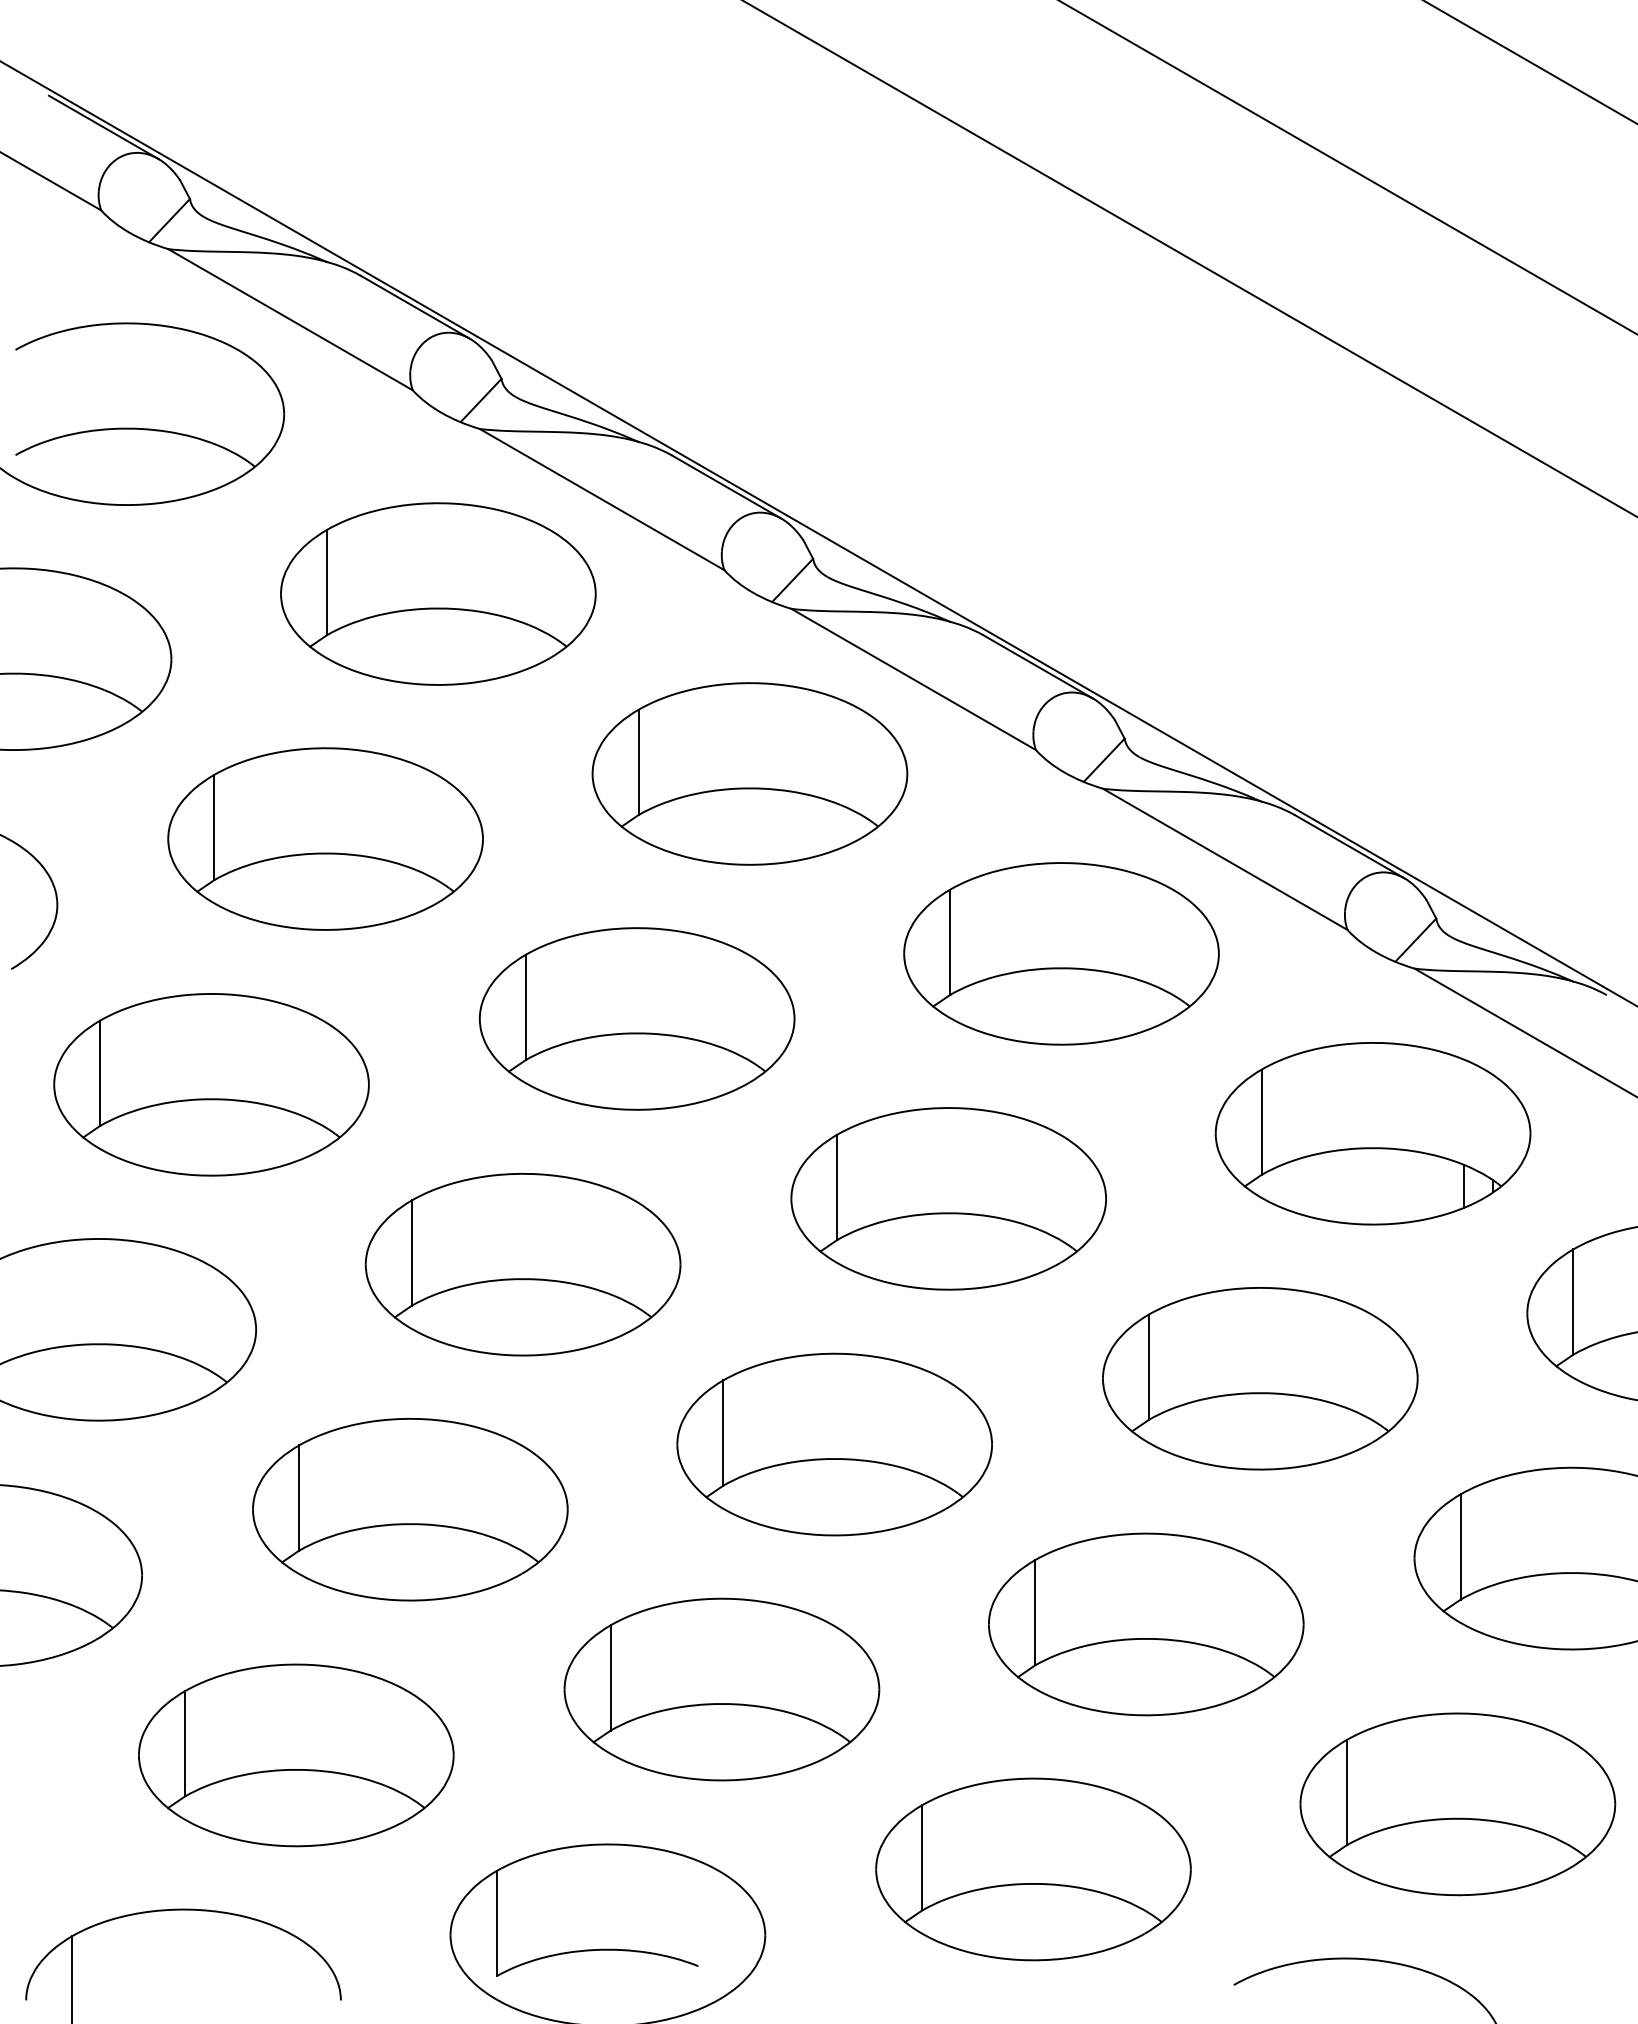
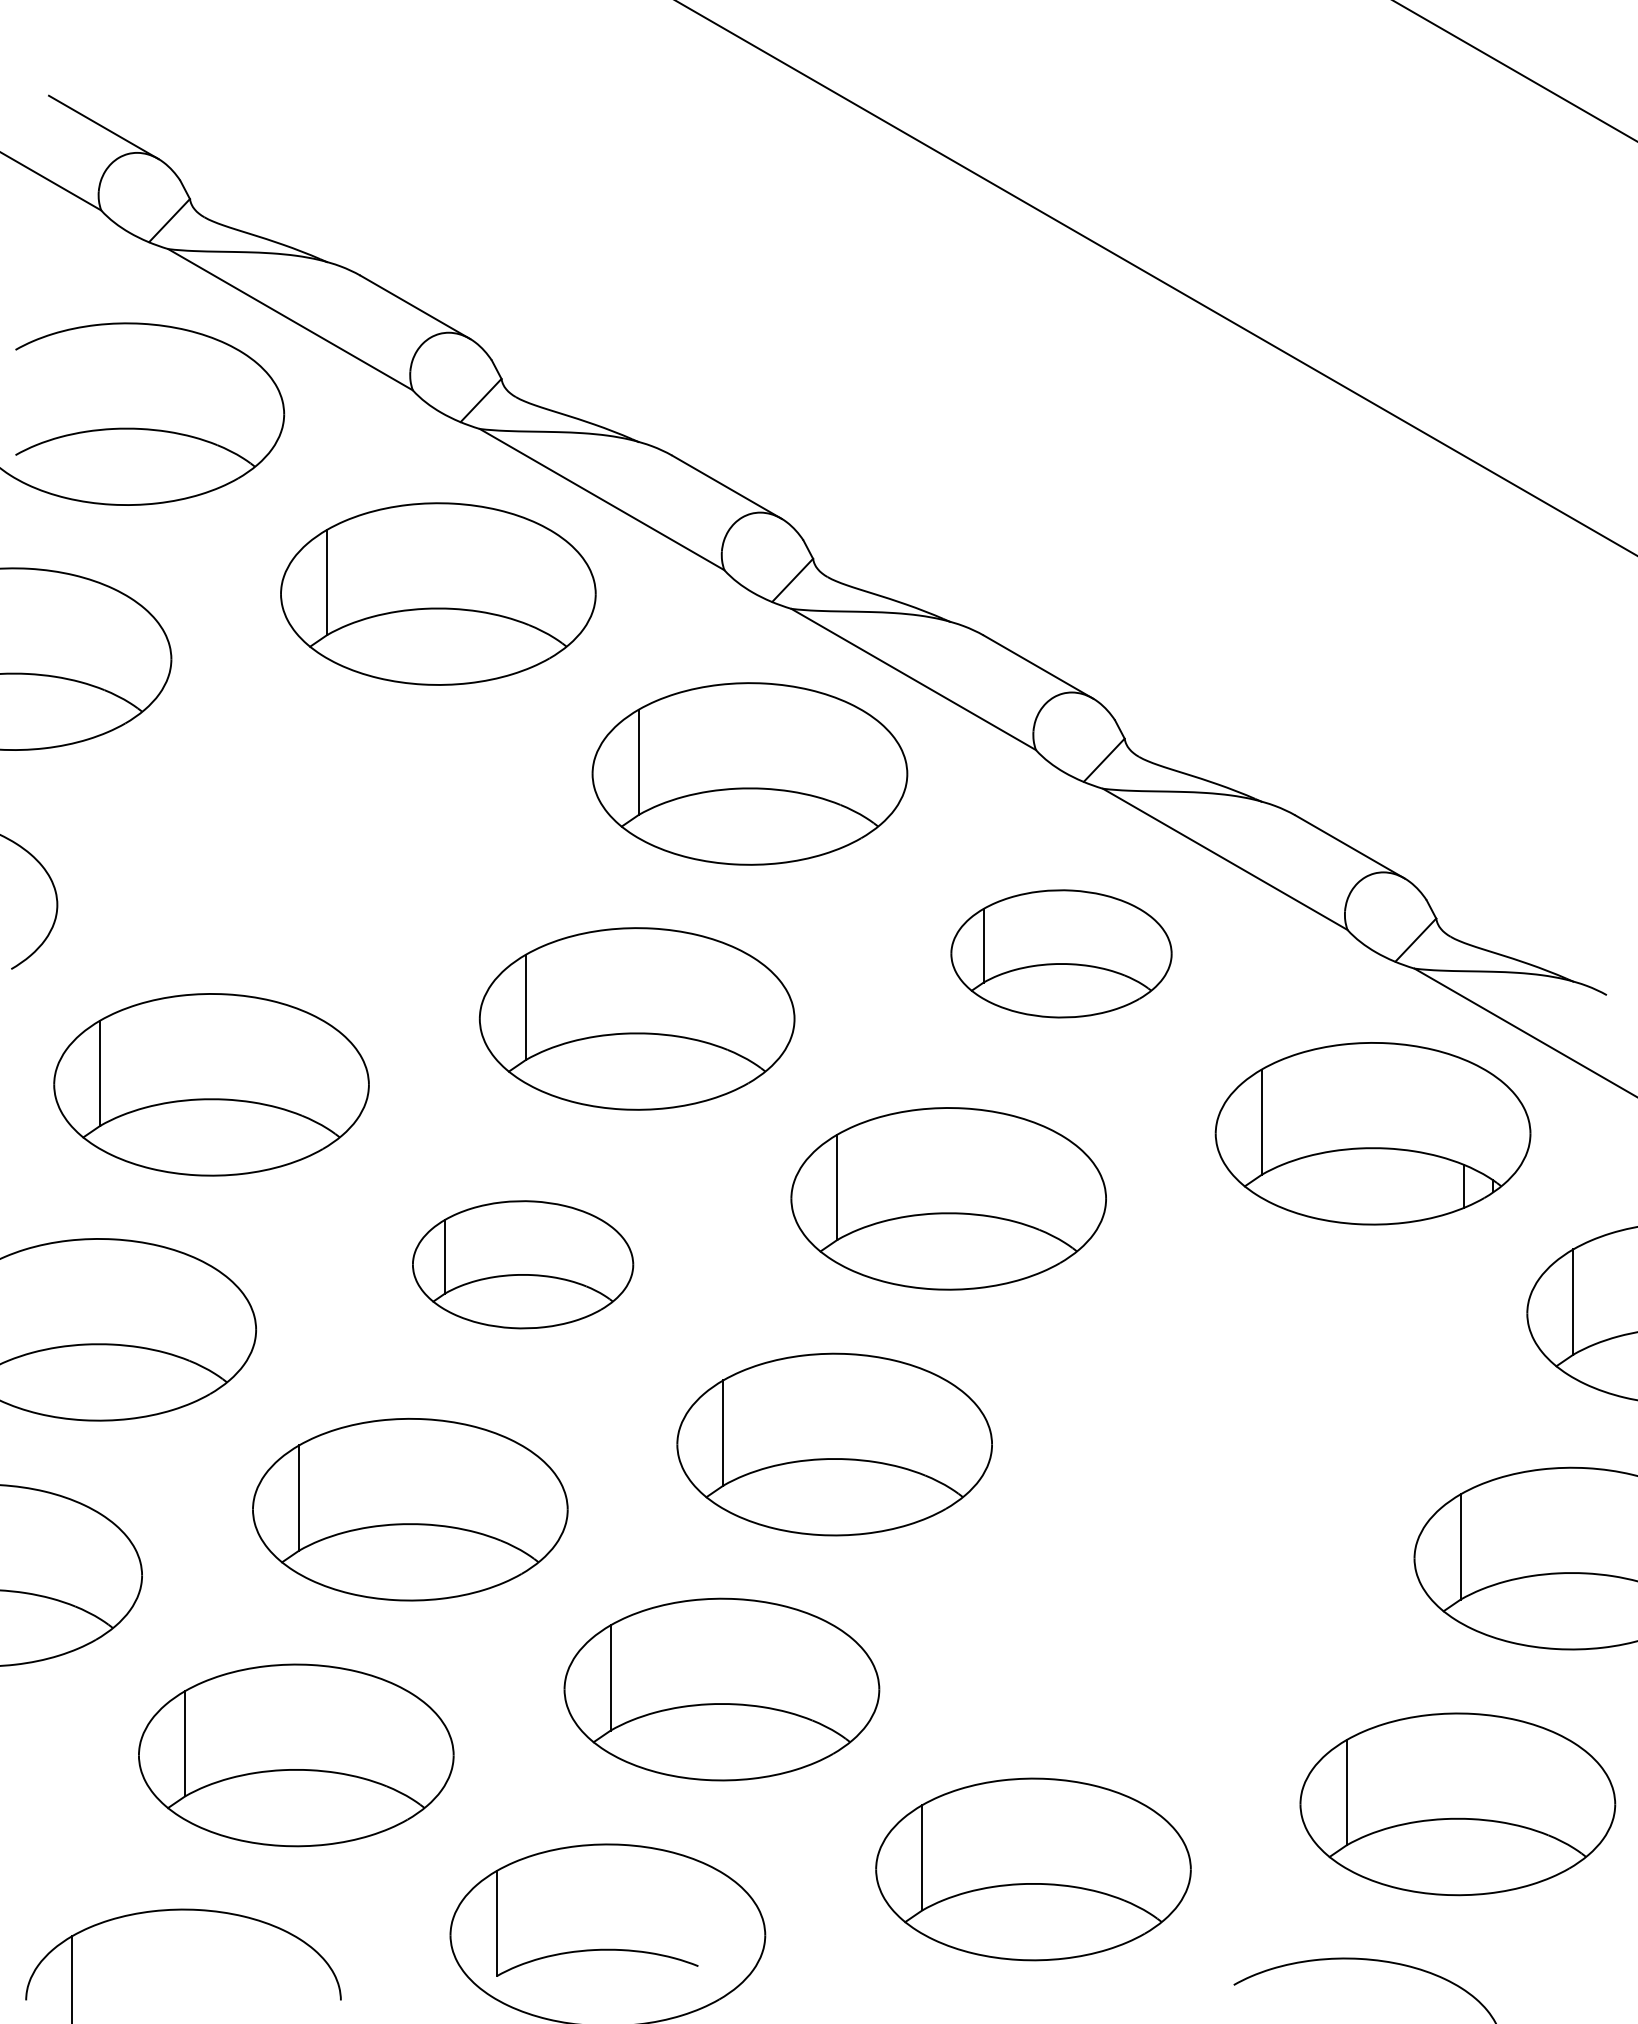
line at (1530, 62) position: (1530, 62) -> (1515, 70)
line at (1347, 167): present -> none
line at (1189, 258) position: (1189, 258) -> (1156, 278)
line at (818, 533): present -> none
part at (325, 838): present -> none
part at (1061, 953) size: 317x184 px -> 223x130 px
part at (522, 1264) size: 318x184 px -> 223x130 px
part at (1260, 1378): present -> none
part at (1146, 1624): present -> none
